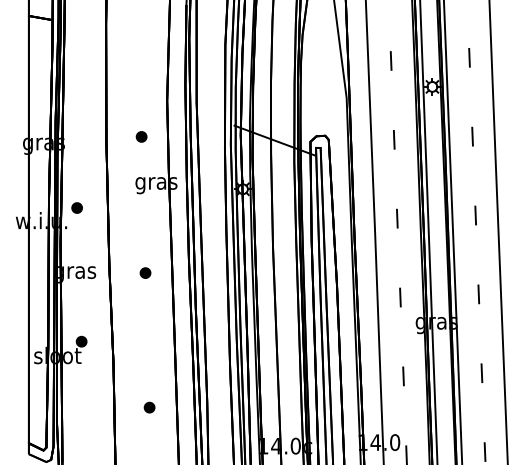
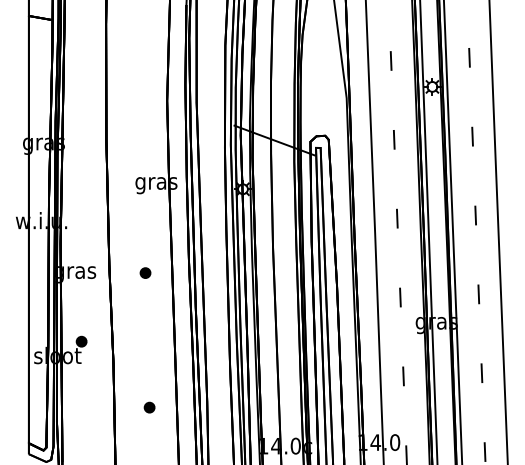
part at (141, 136): present -> none
part at (76, 207): present -> none
